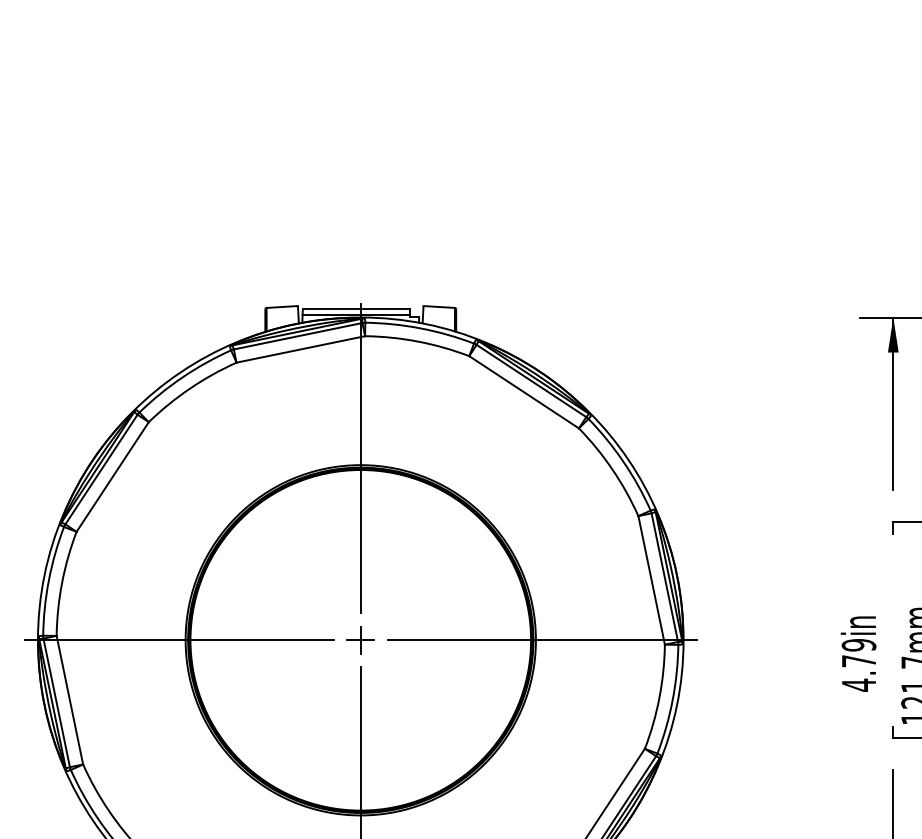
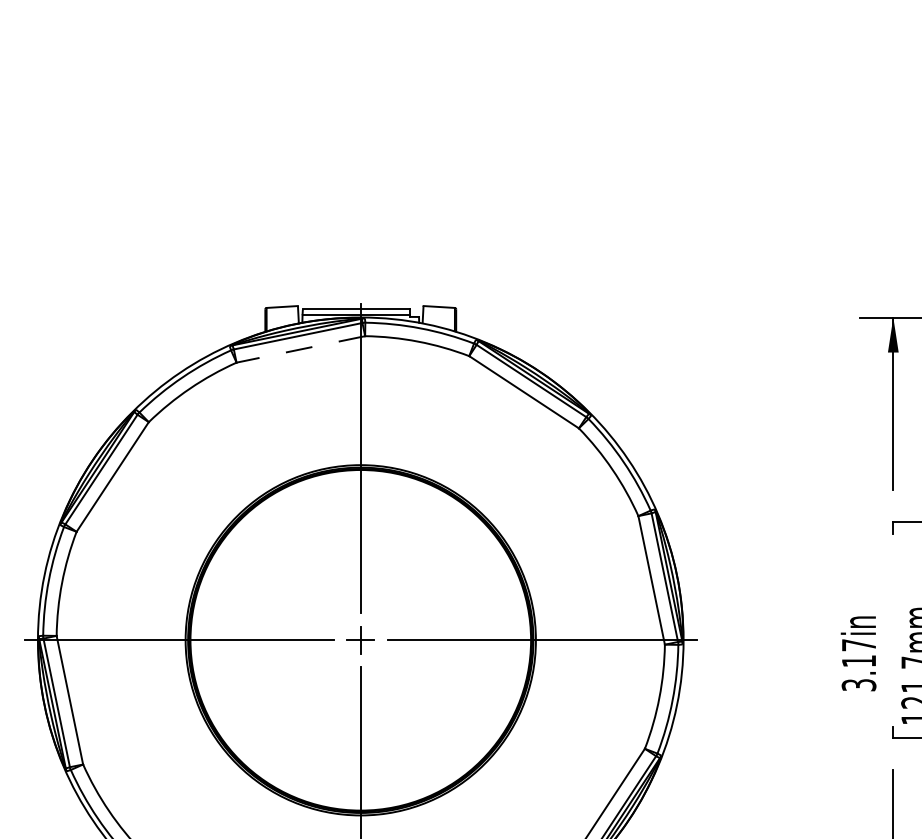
line at (300, 349): solid -> dashed
text at (858, 665): 4.79in -> 3.17in
